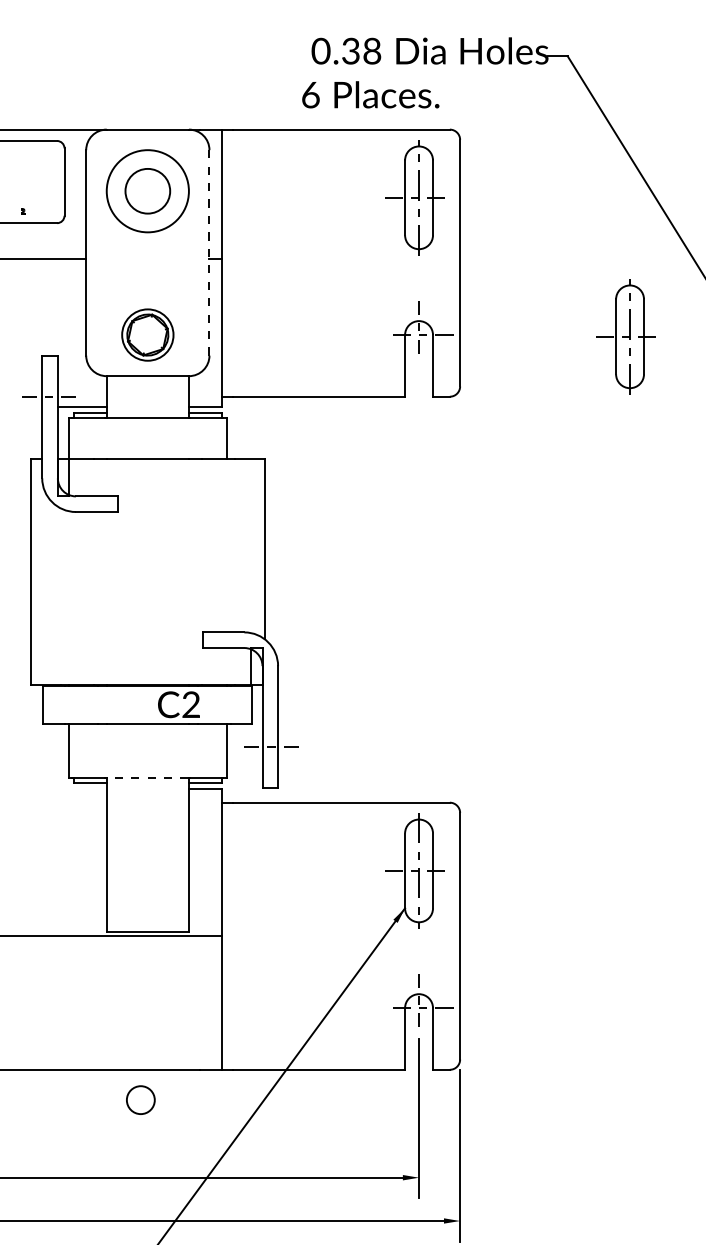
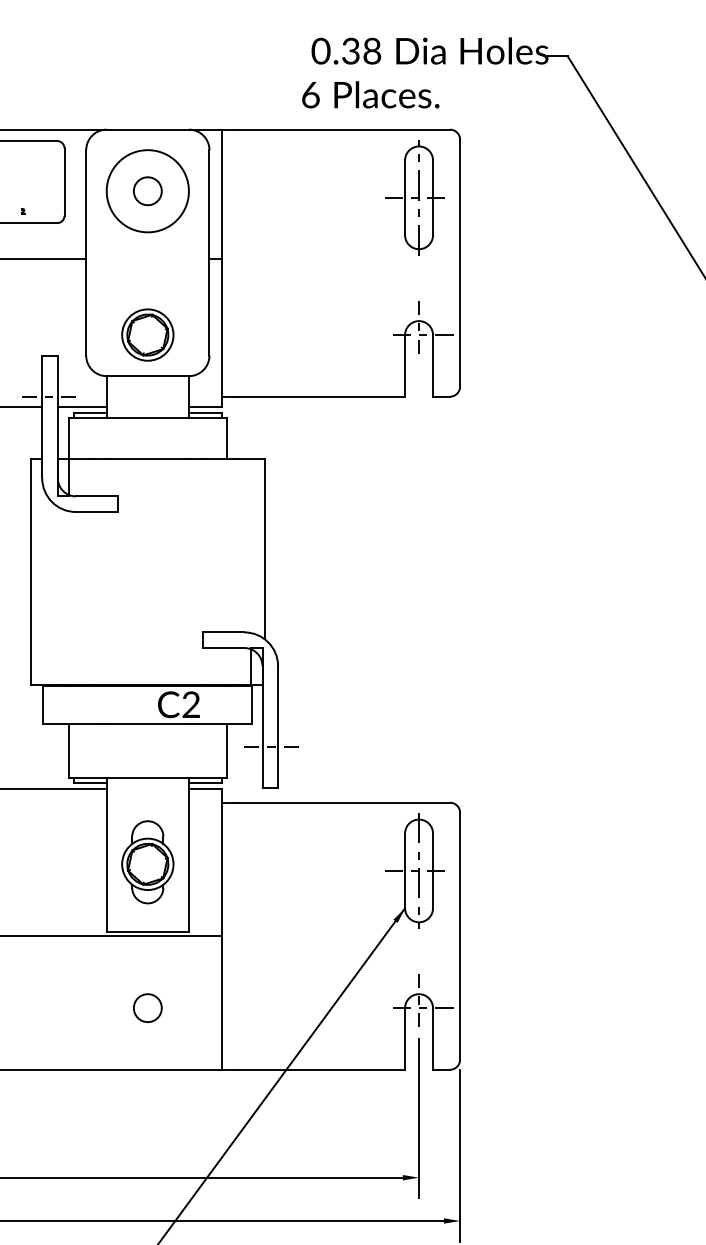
circle at (147, 190) diameter: 45 px -> 28 px
line at (209, 252): dashed -> solid
part at (625, 336): present -> none
line at (22, 407): none -> present
line at (147, 777): dashed -> solid
line at (54, 788): none -> present
part at (147, 862): none -> present
circle at (140, 1099) position: (140, 1099) -> (147, 1007)
